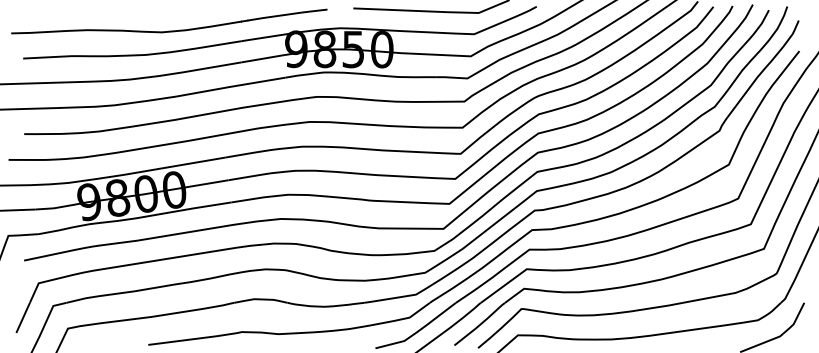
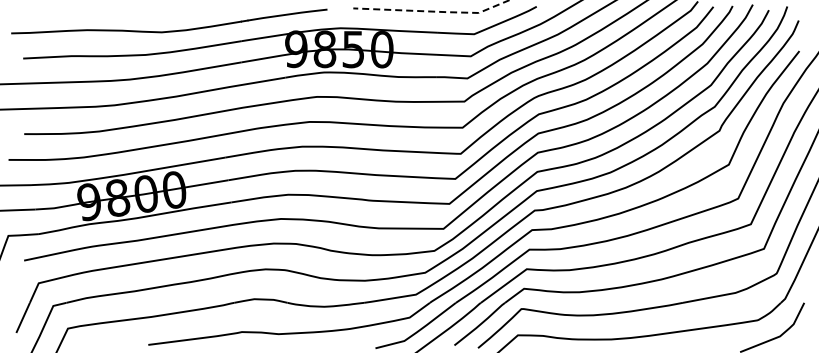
line at (433, 11): solid -> dashed
